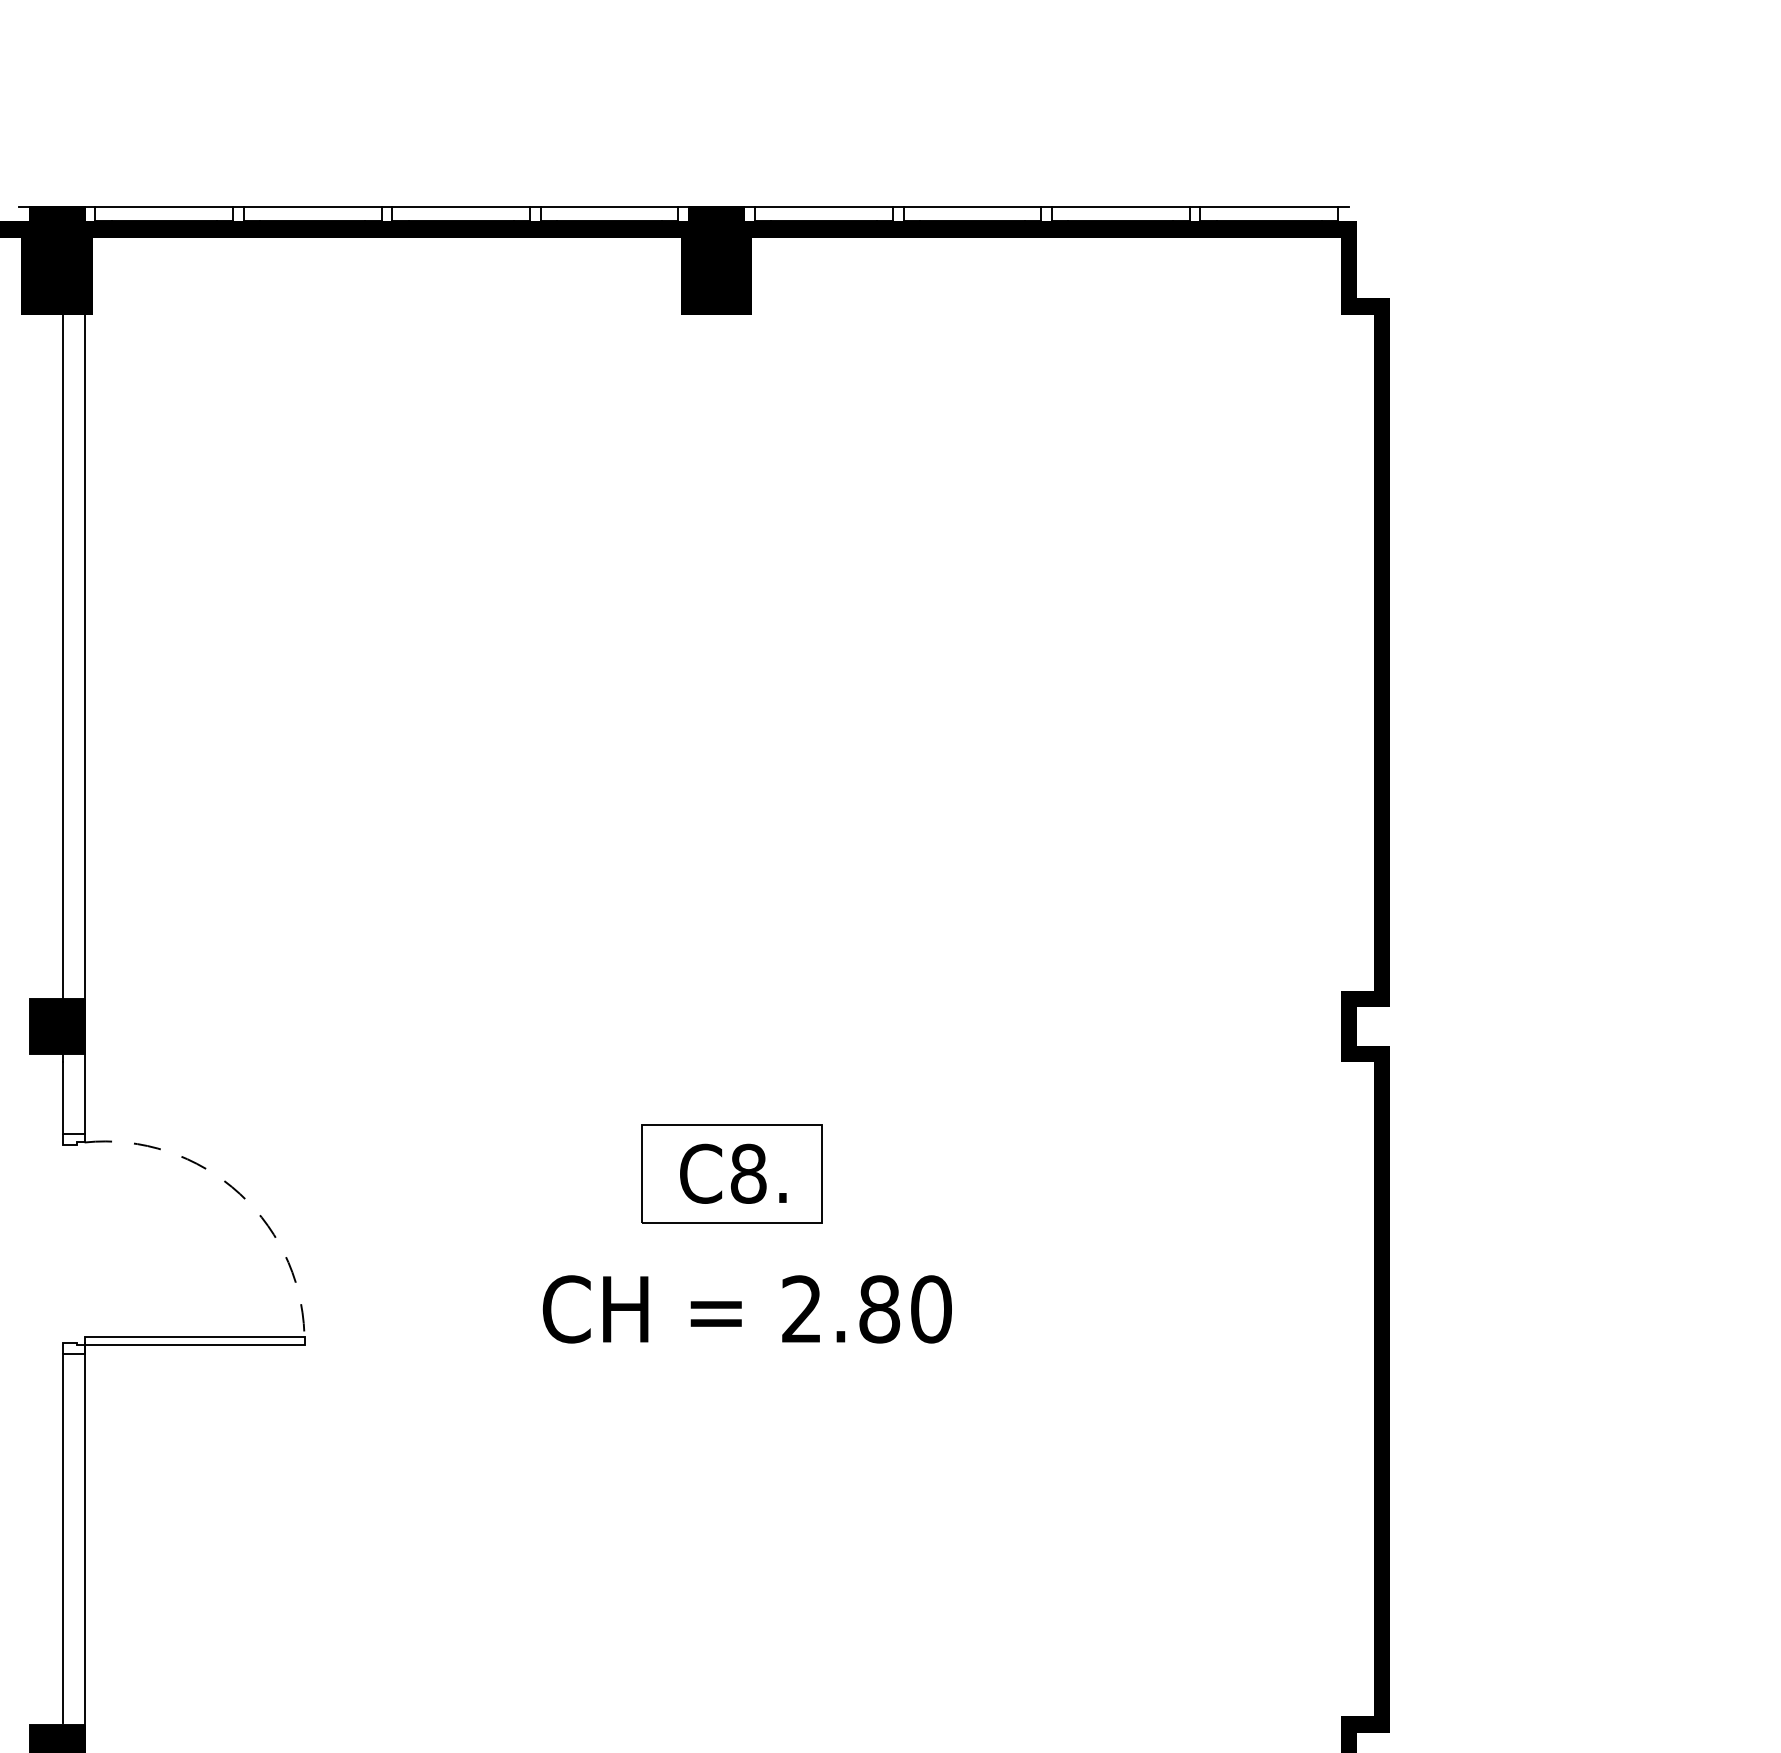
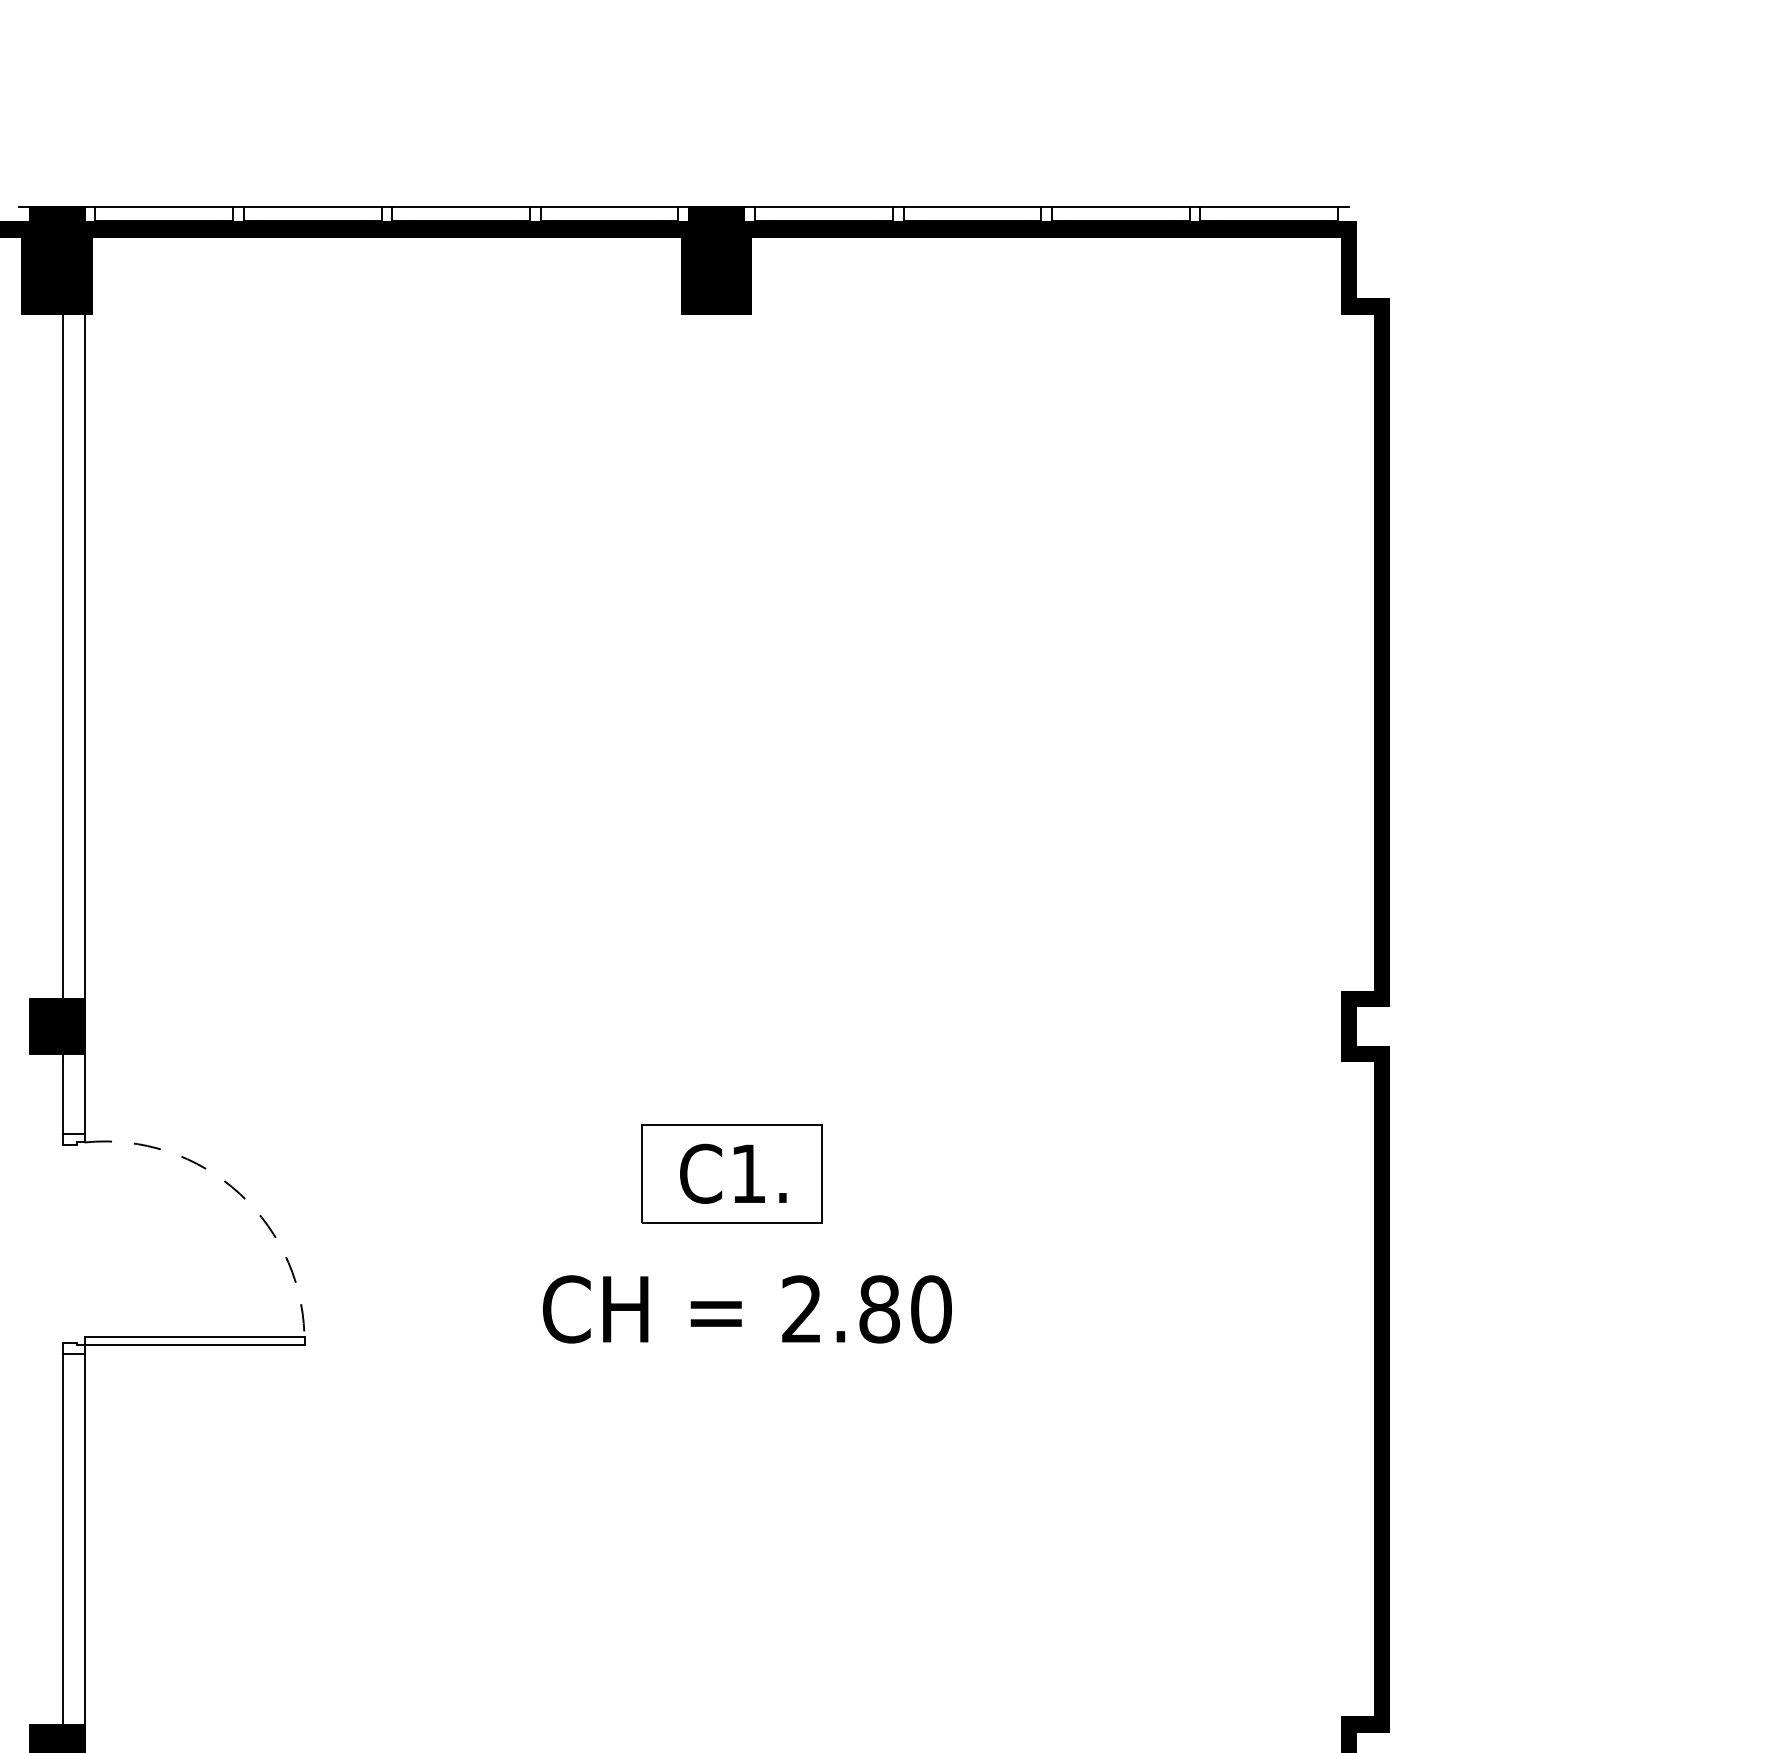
text at (748, 1173): C8. -> C1.
